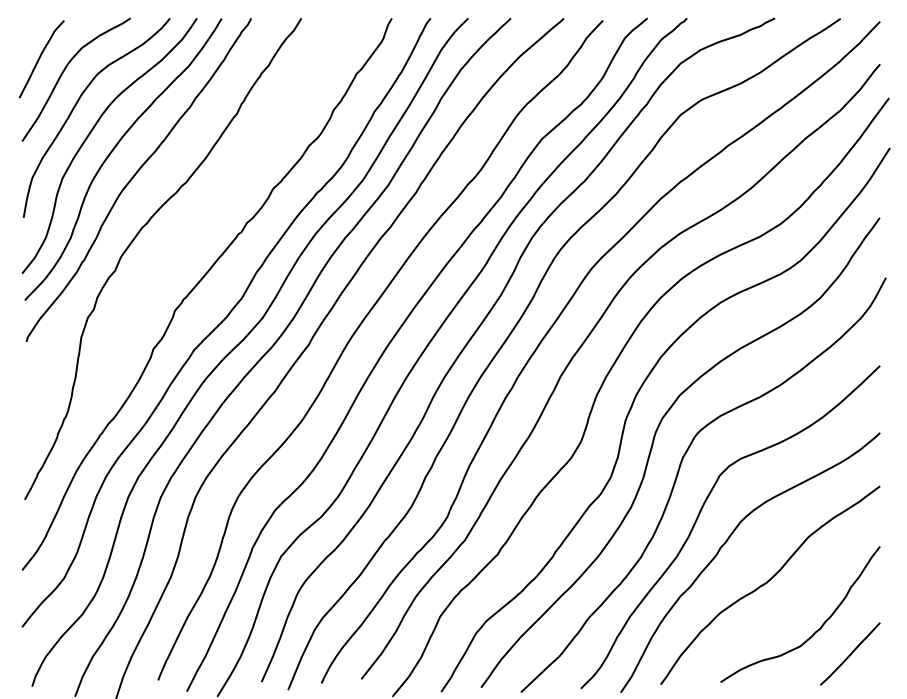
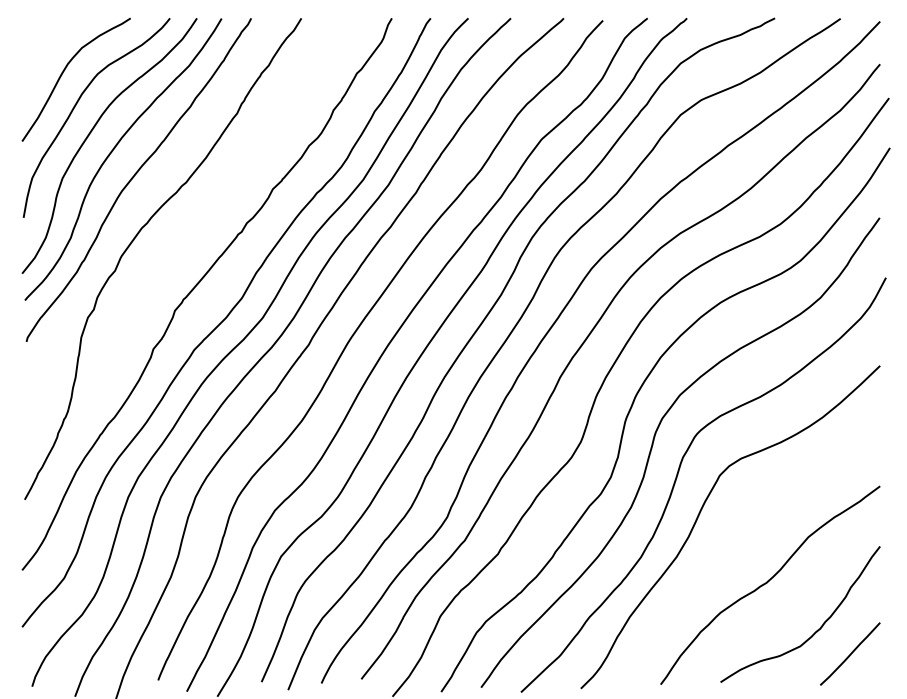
curve at (40, 58): present -> none
curve at (725, 544): present -> none
